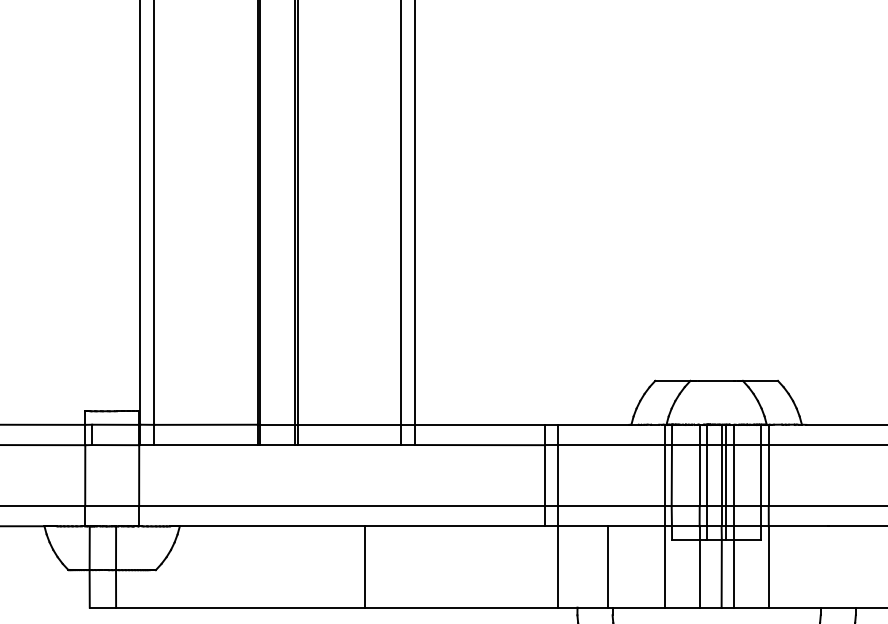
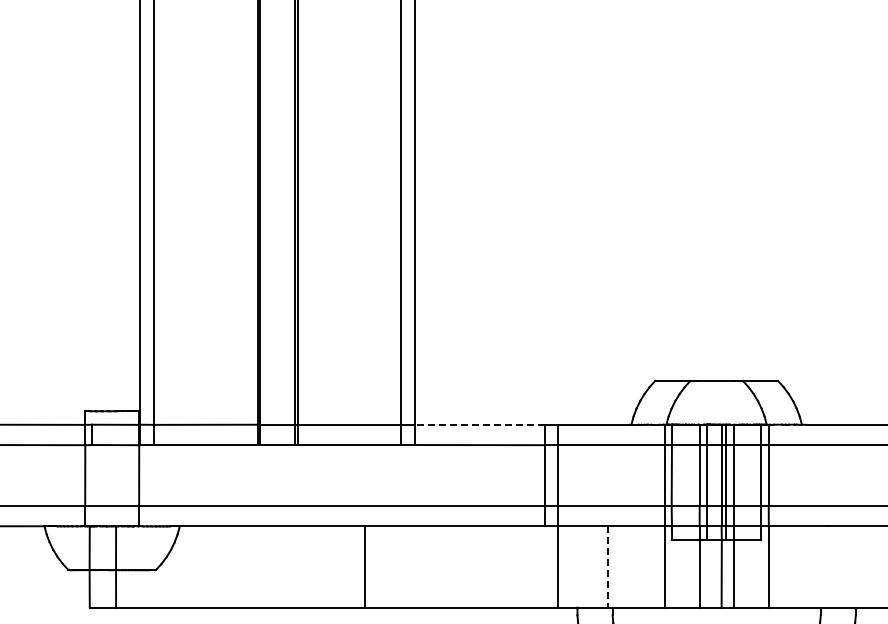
line at (480, 424): solid -> dashed
line at (608, 567): solid -> dashed
